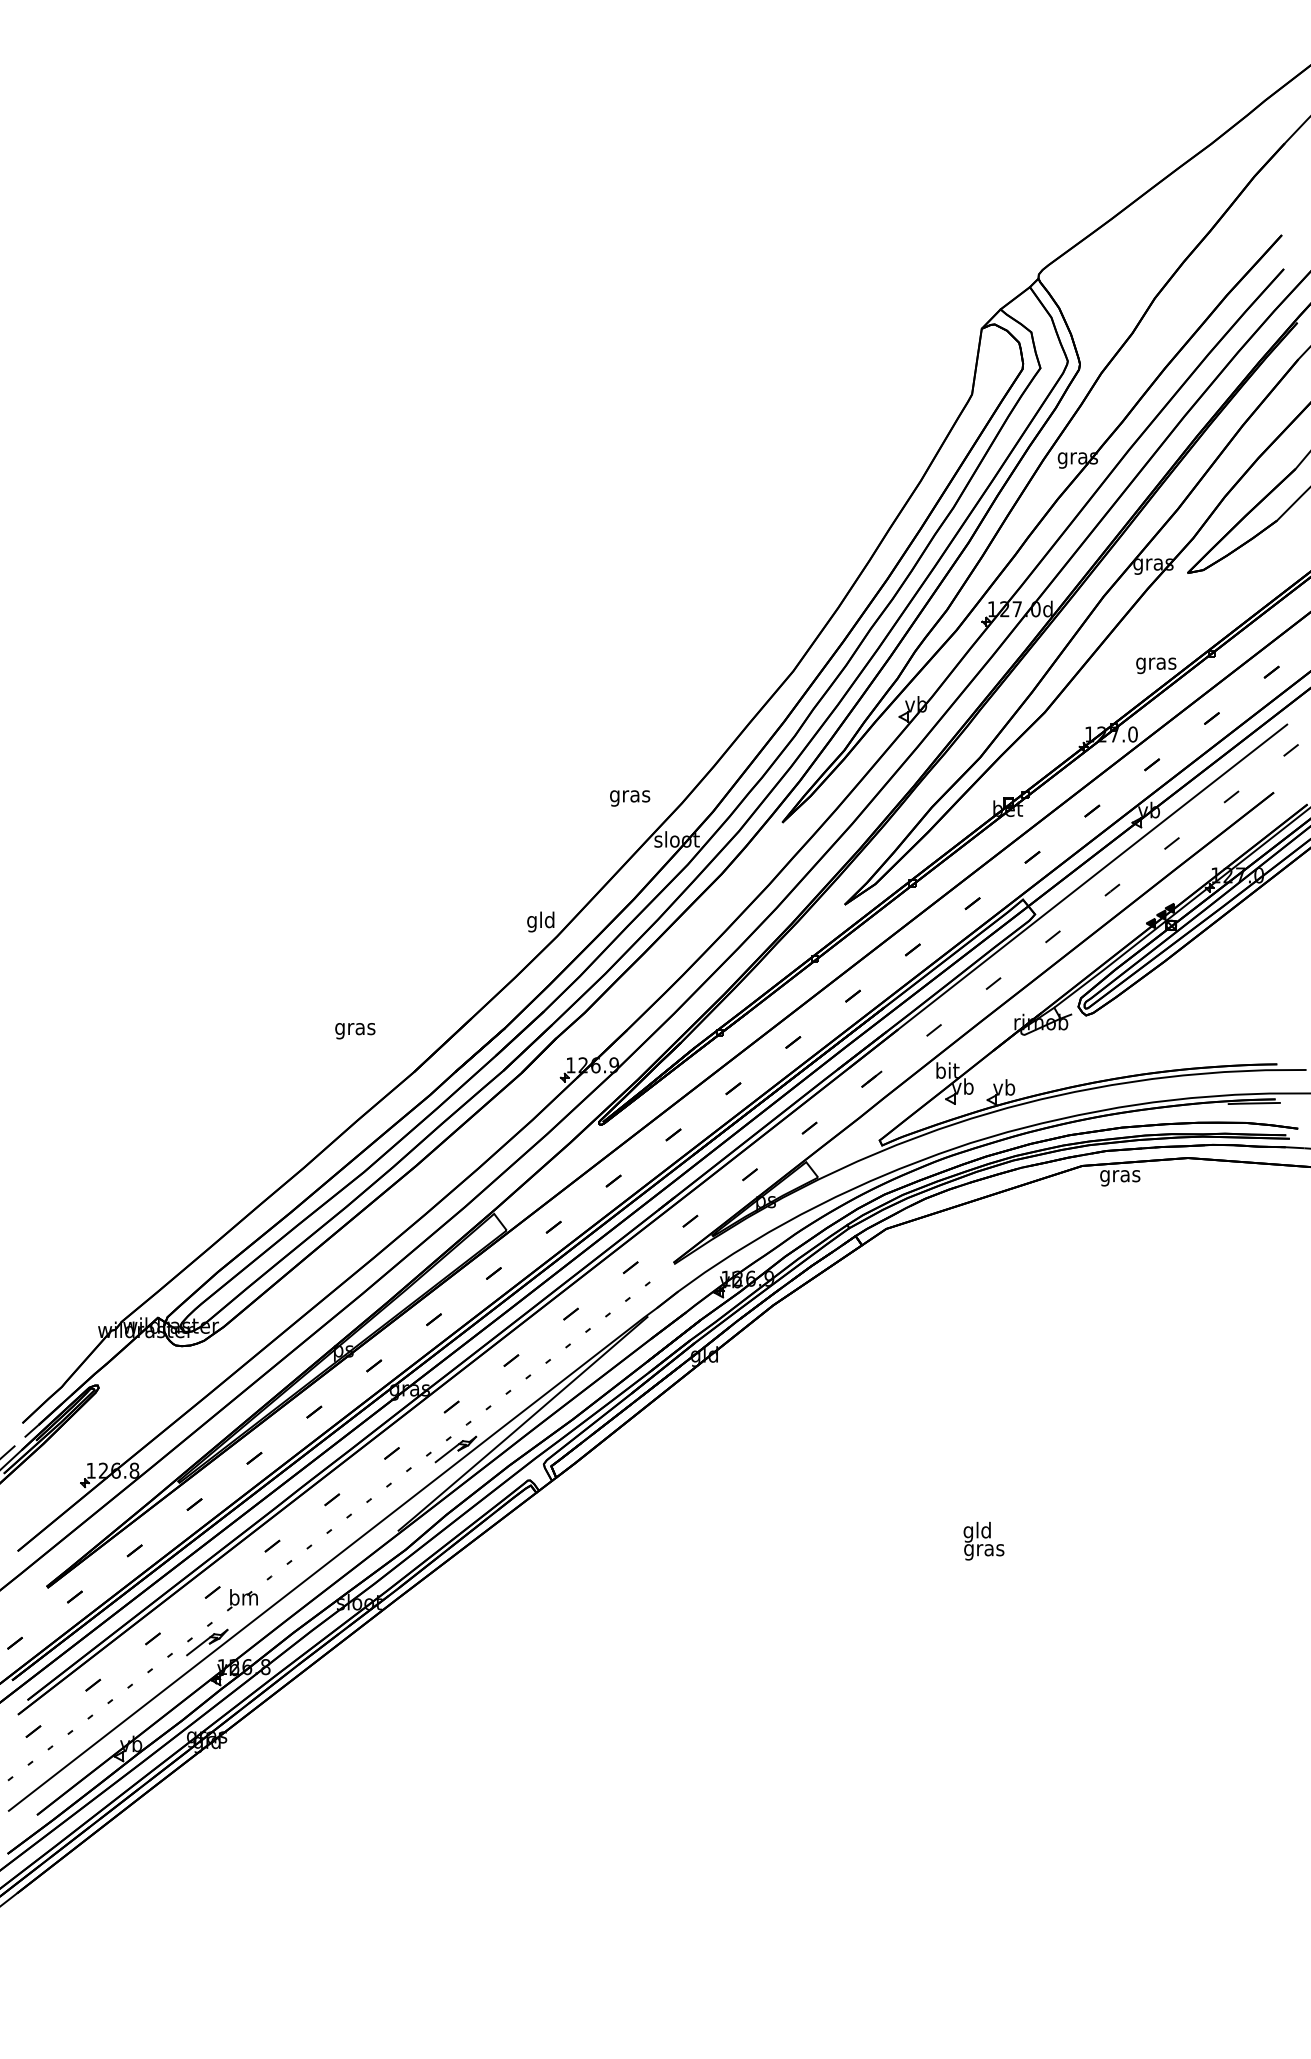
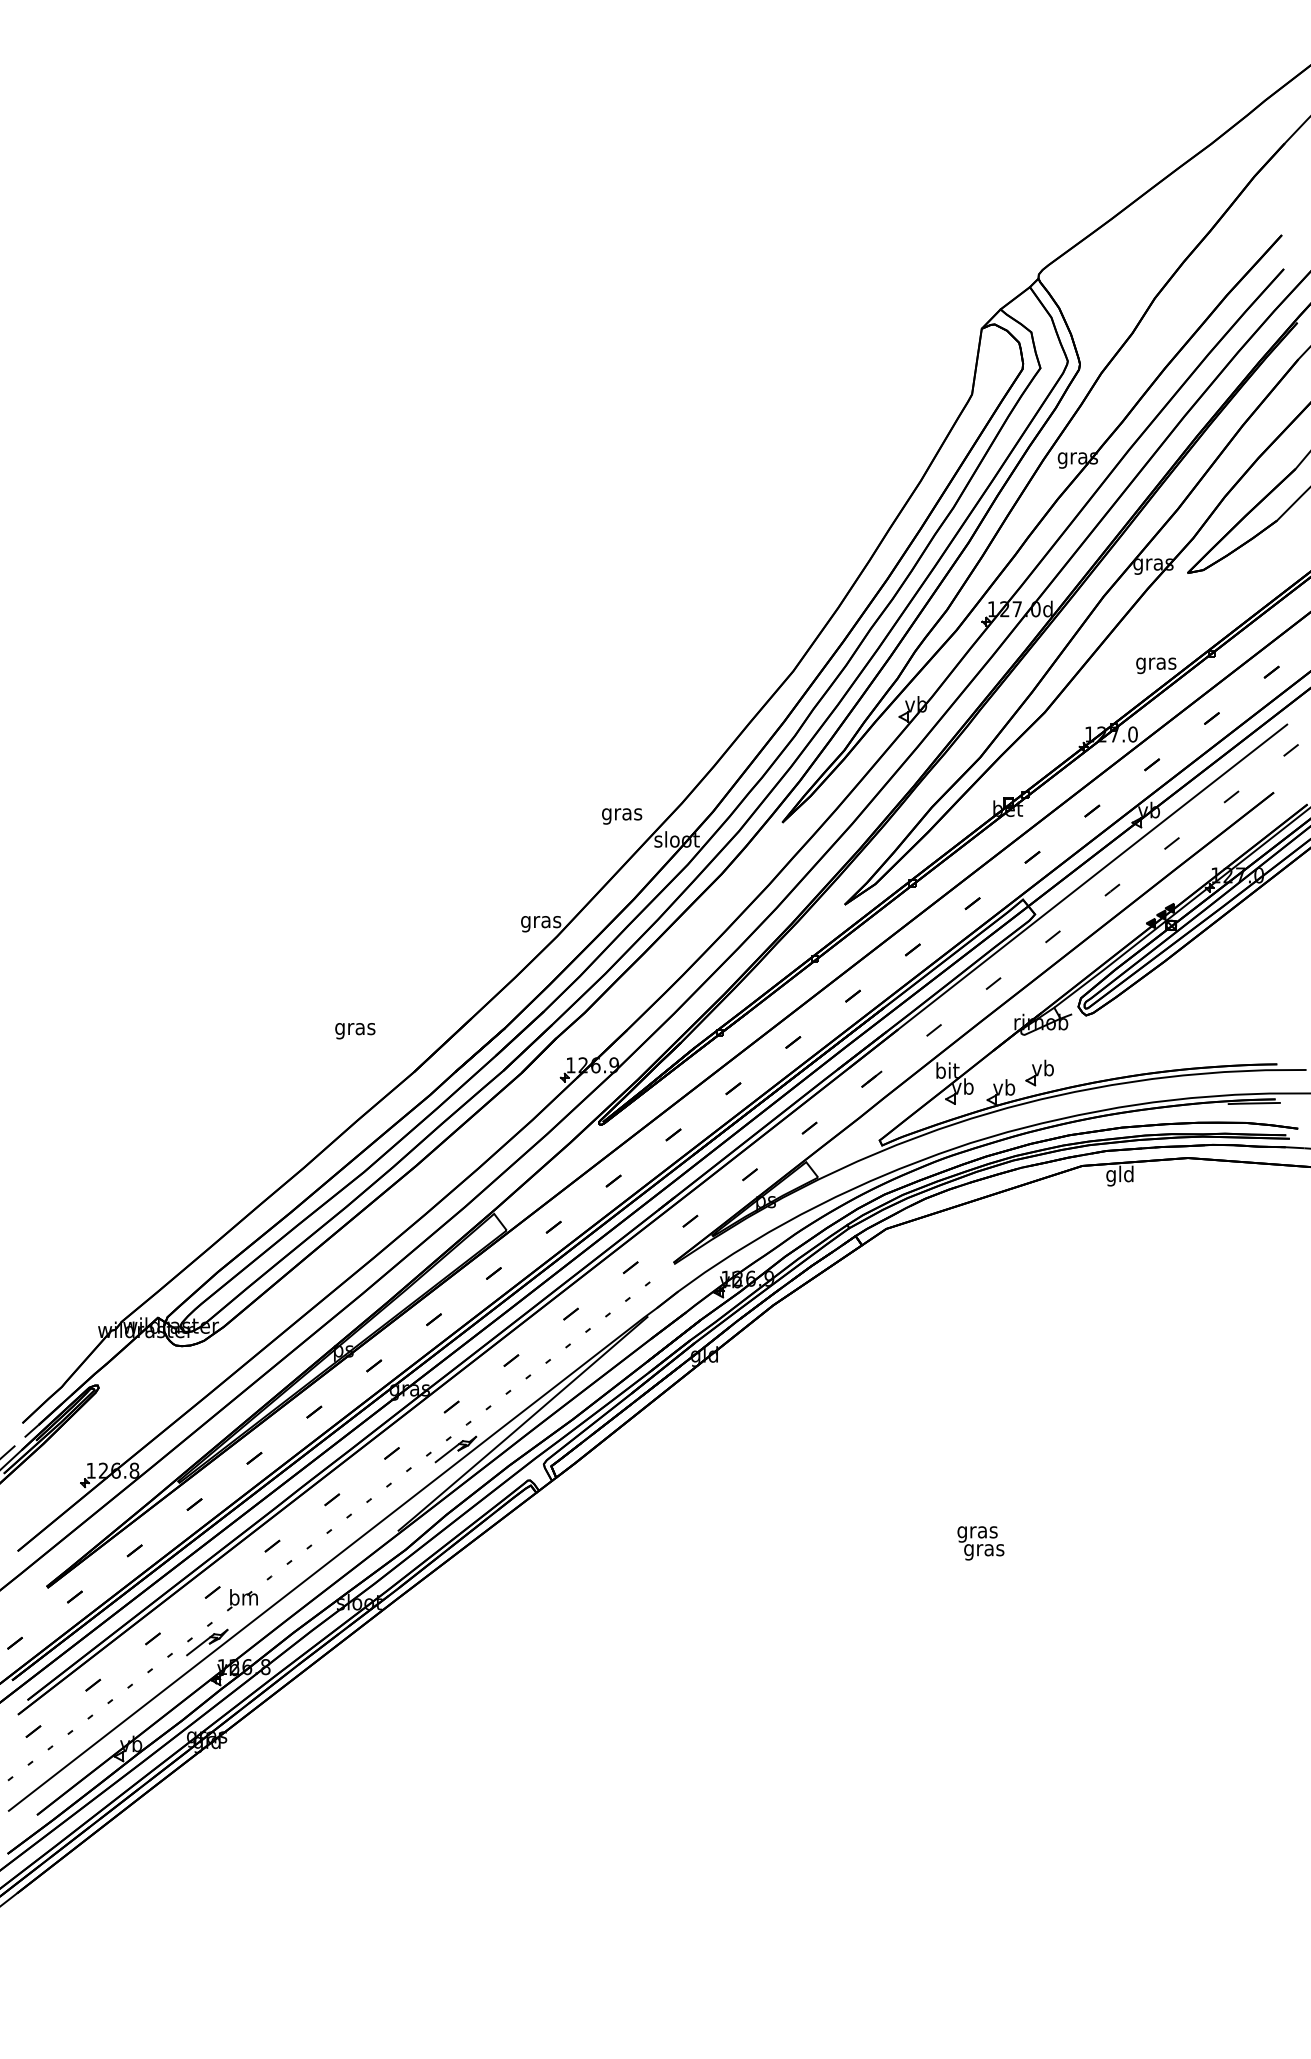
text at (630, 798) position: (630, 798) -> (622, 816)
text at (541, 921): gld -> gras
part at (1039, 1072): none -> present
text at (1120, 1175): gras -> gld
text at (977, 1531): gld -> gras
